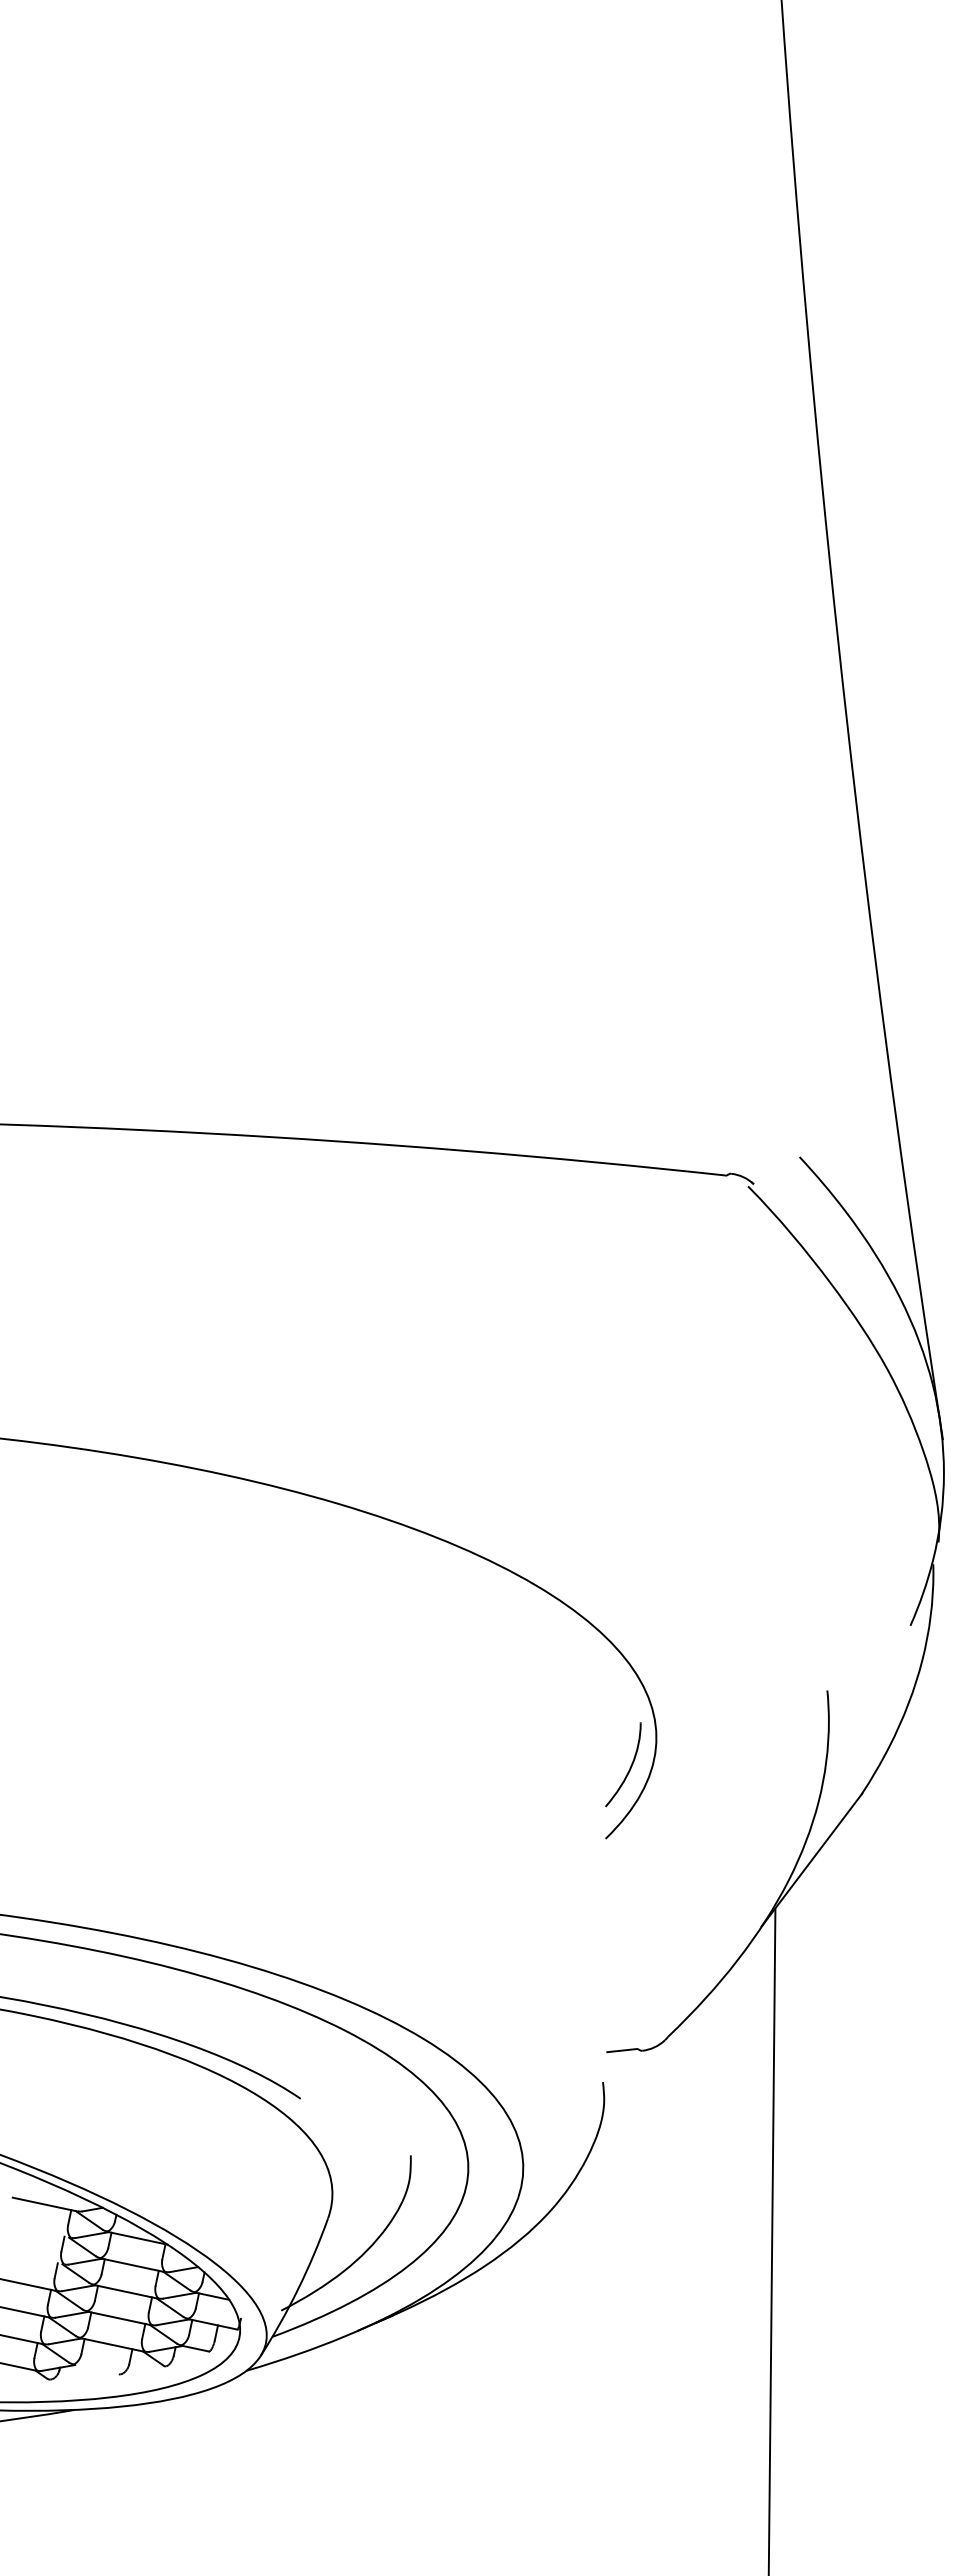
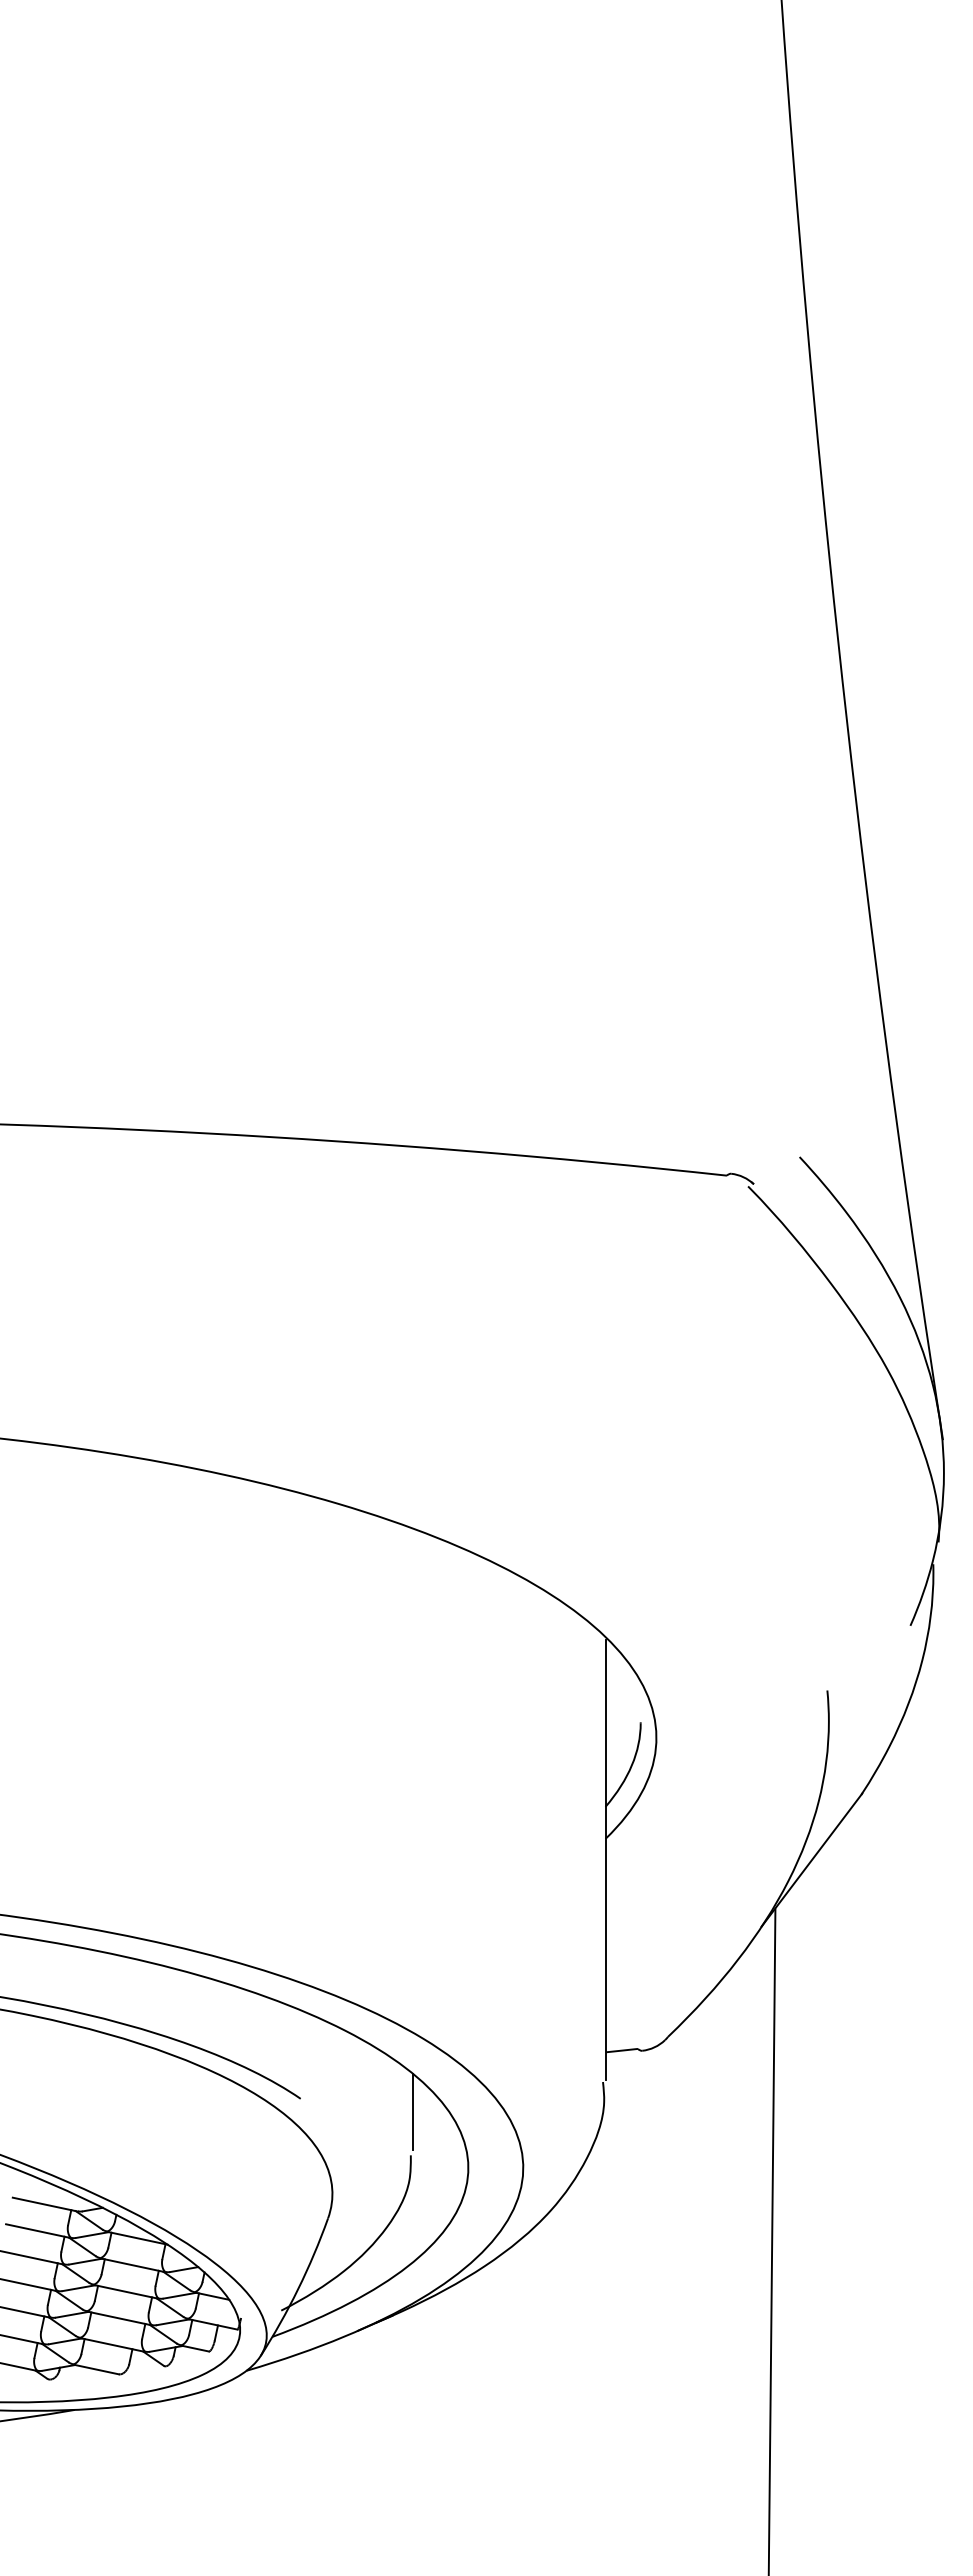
line at (605, 1859): none -> present
line at (413, 2111): none -> present
line at (38, 2231): none -> present
line at (33, 2257): none -> present
line at (95, 2369): none -> present
